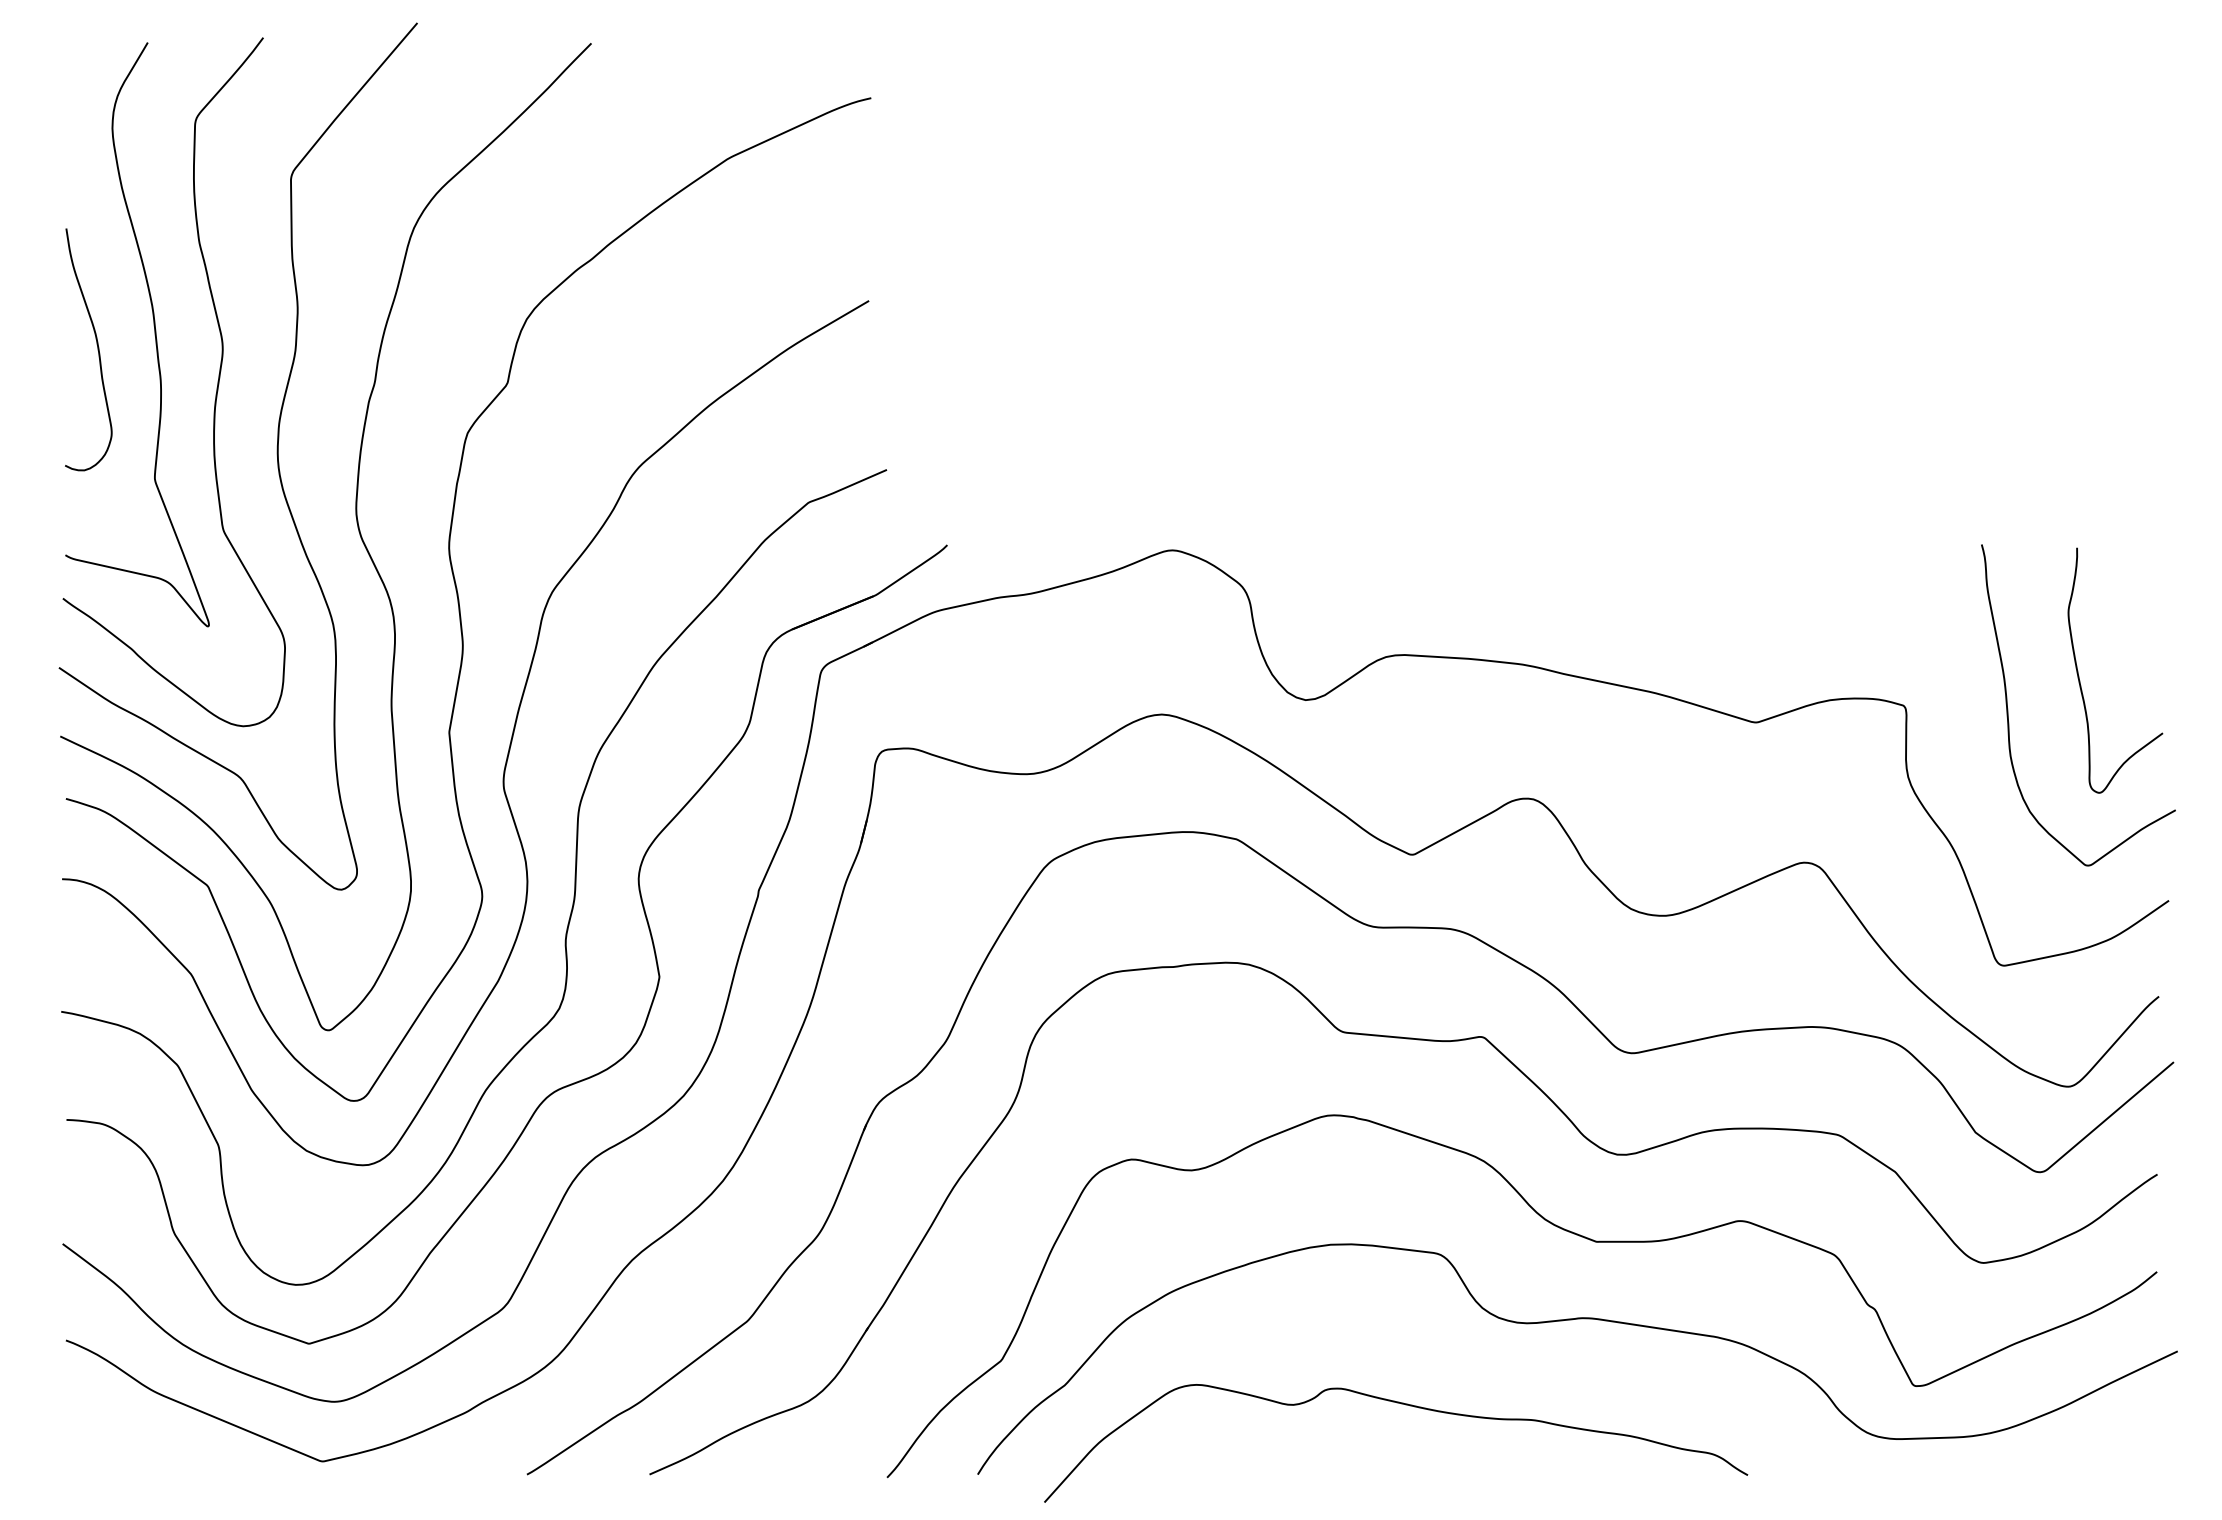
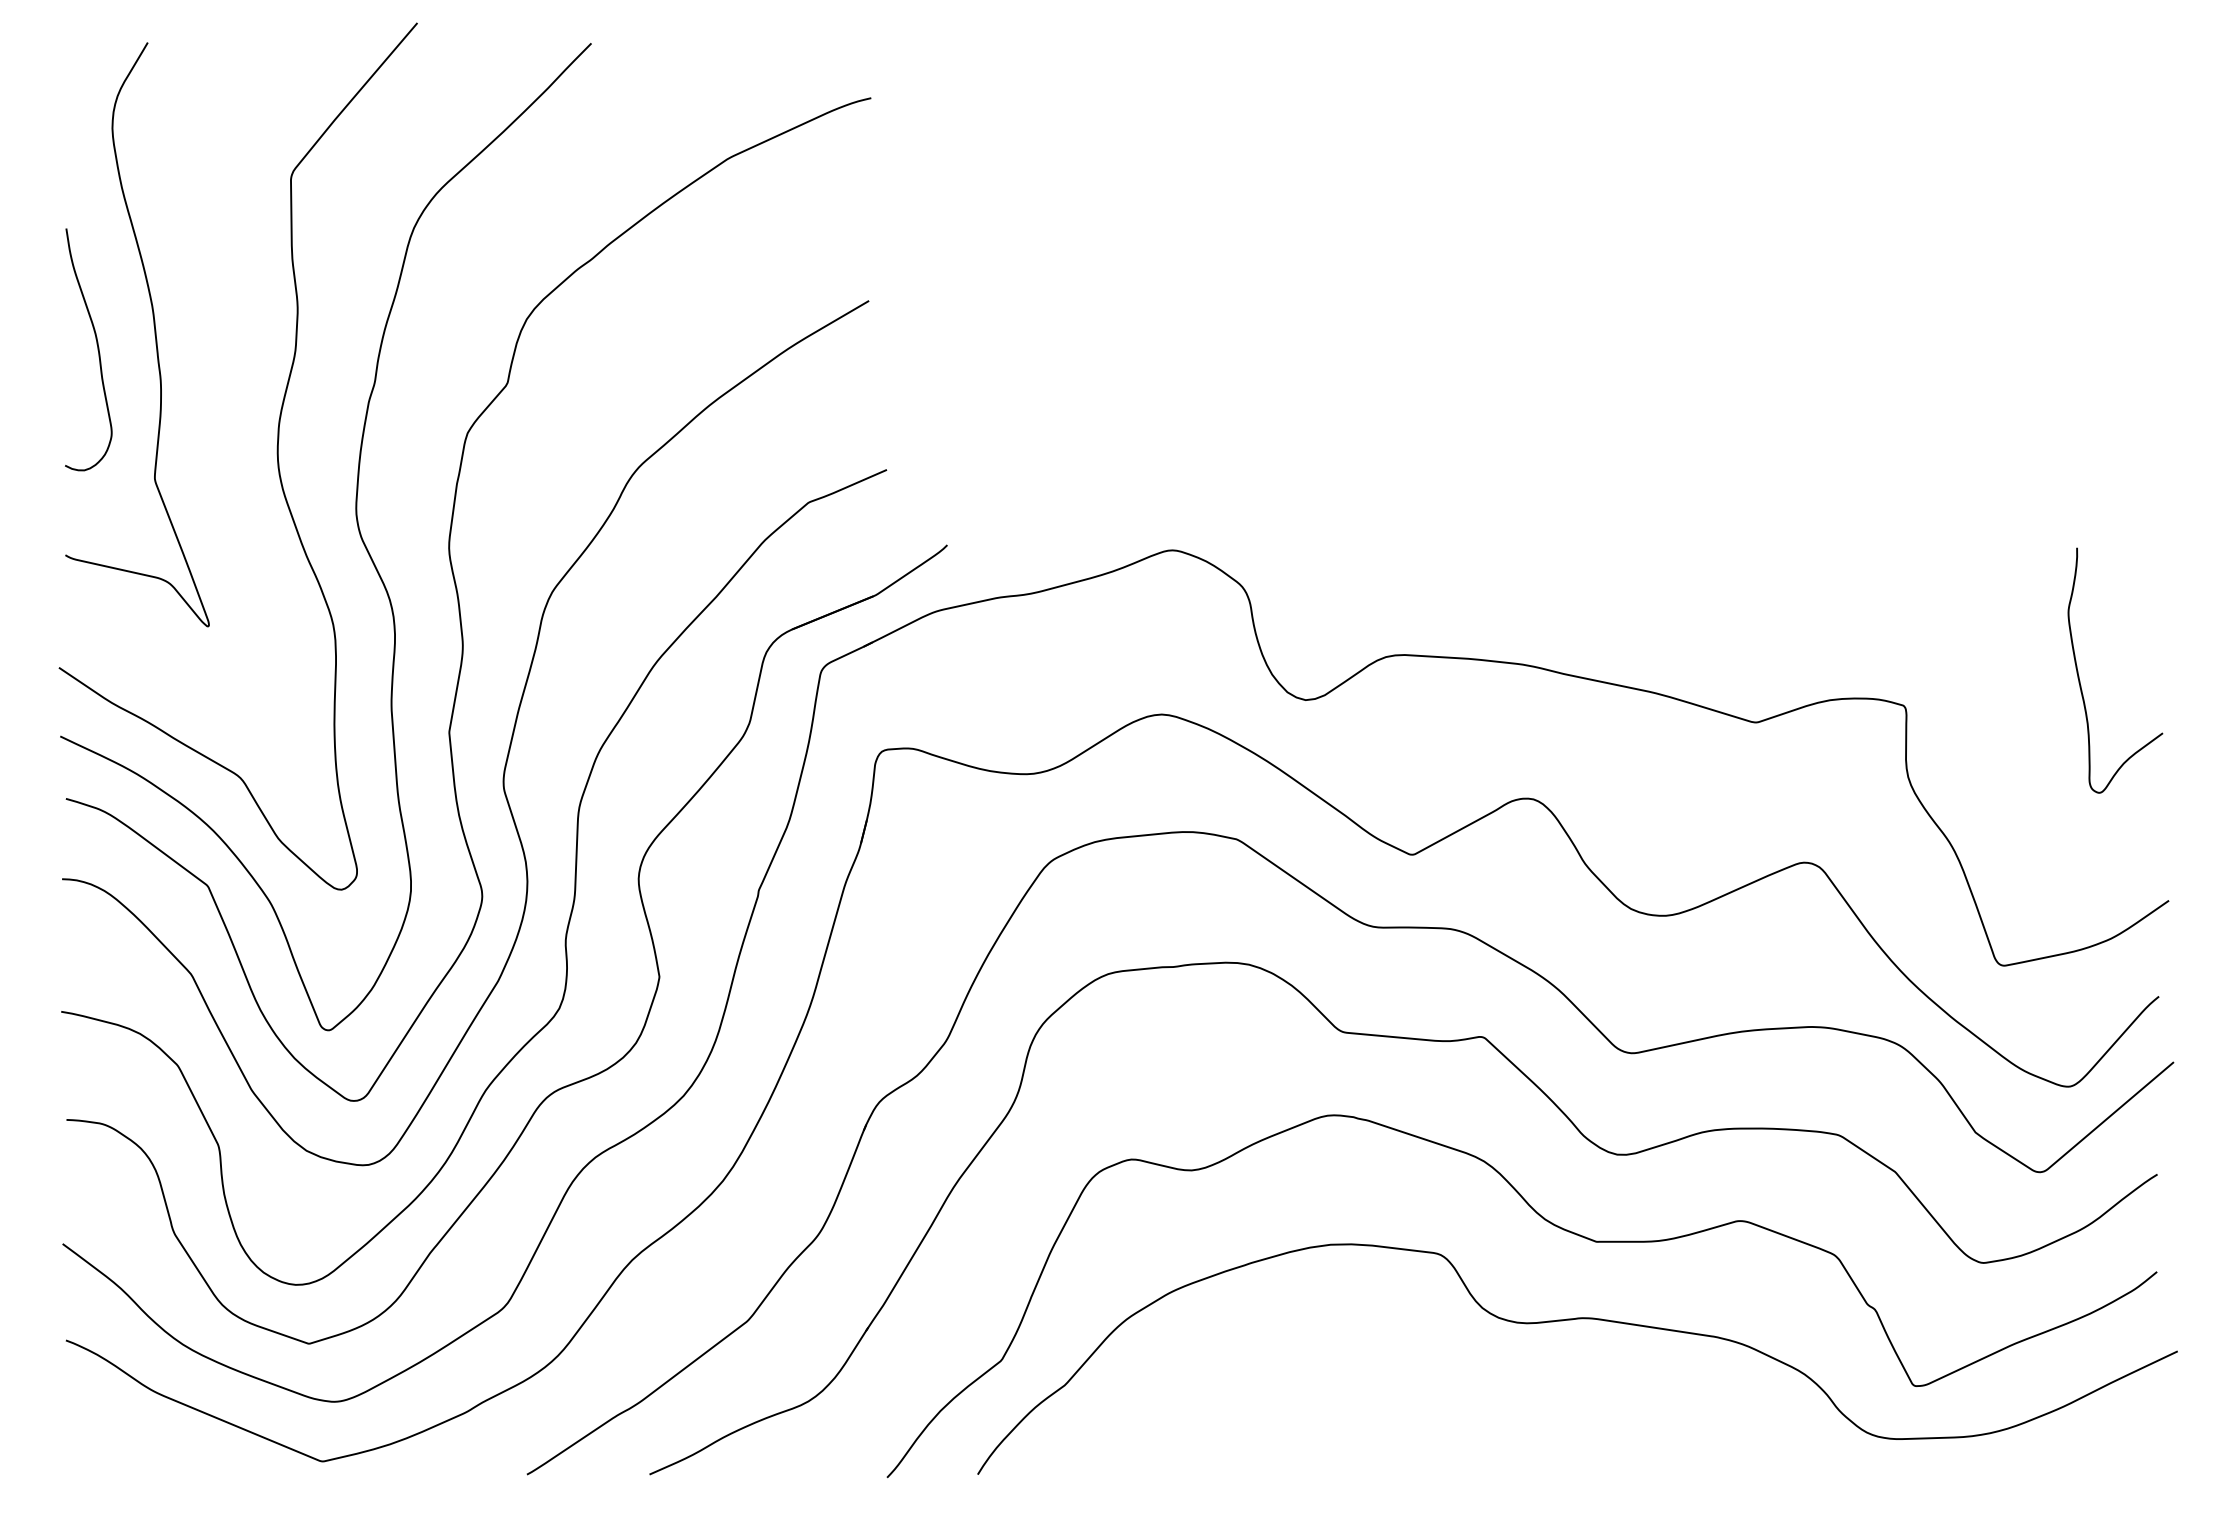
curve at (216, 387): present -> none
curve at (2008, 708): present -> none
curve at (1405, 1405): present -> none
